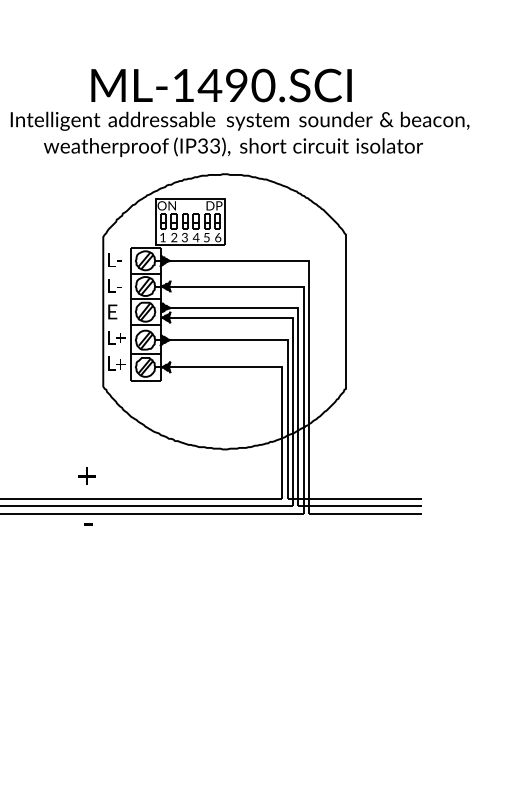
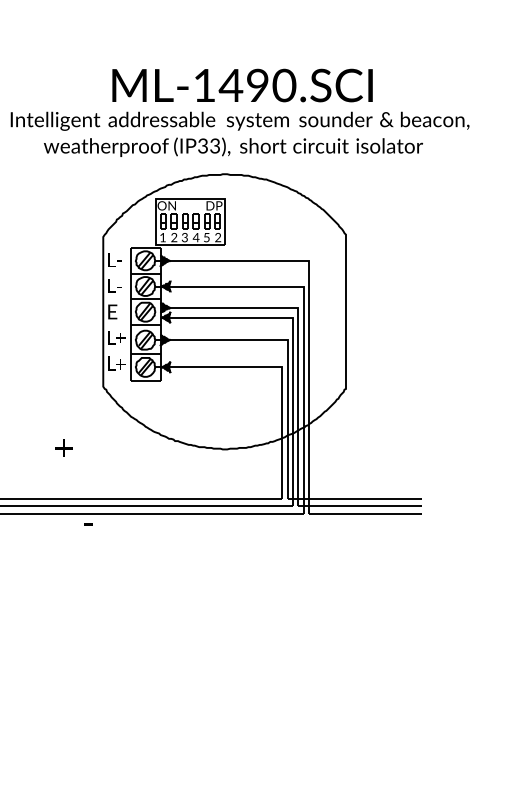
text at (221, 85) position: (221, 85) -> (242, 85)
text at (218, 237): 6 -> 2
text at (86, 475) position: (86, 475) -> (63, 447)
